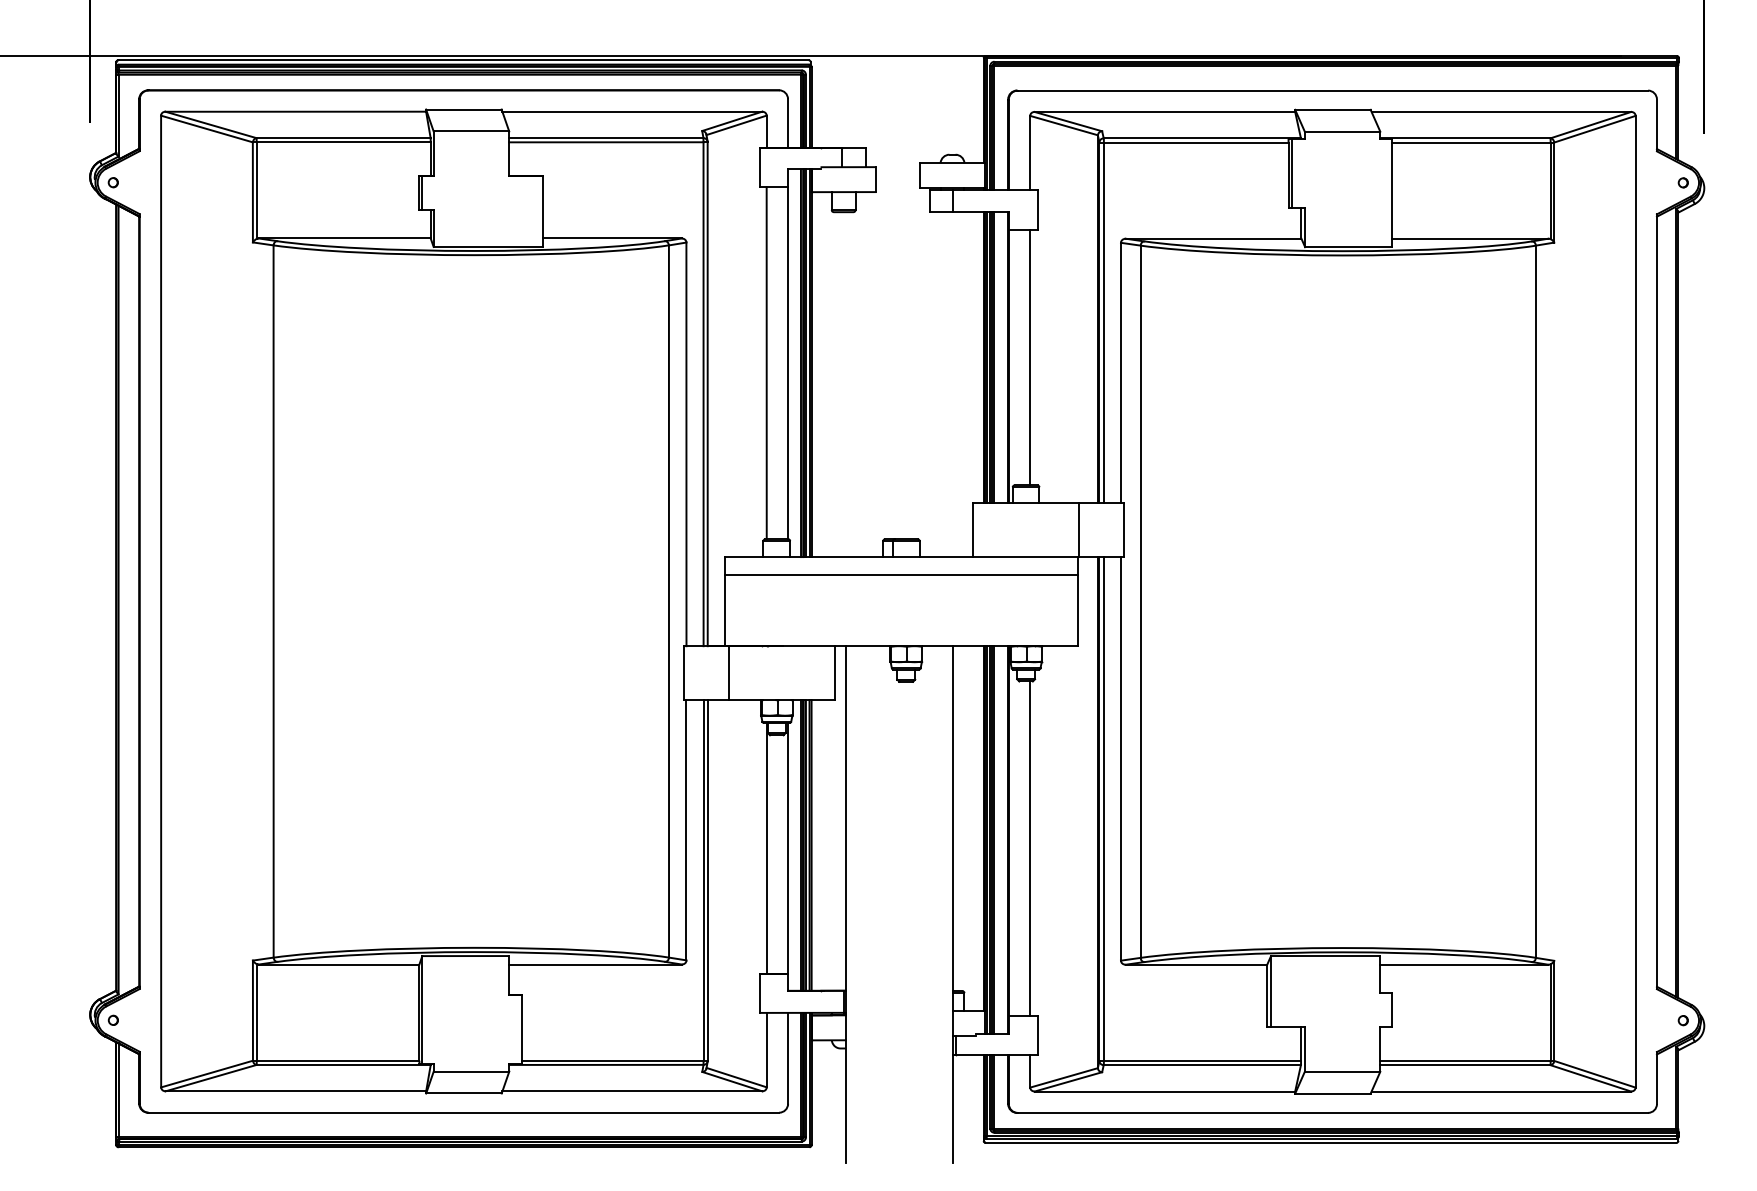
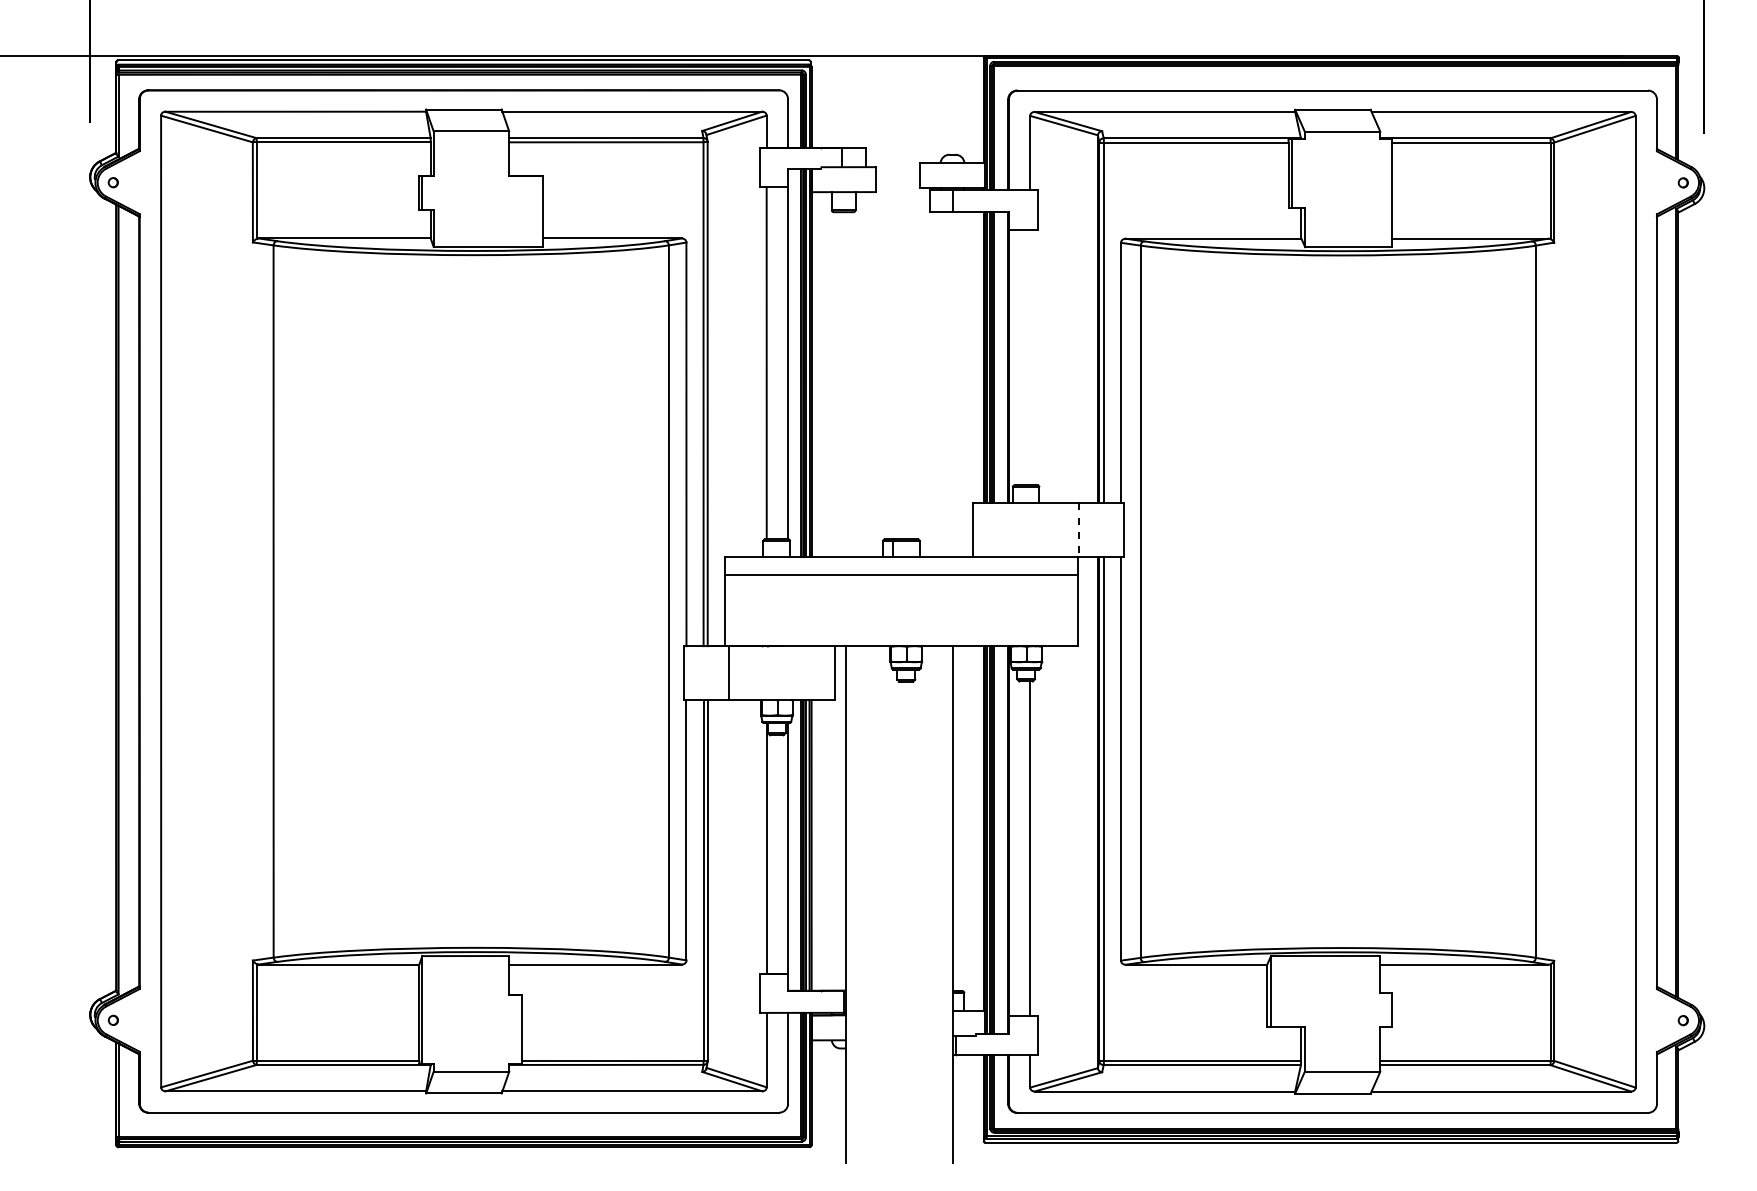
line at (1030, 357): present -> none
line at (1079, 530): solid -> dashed
